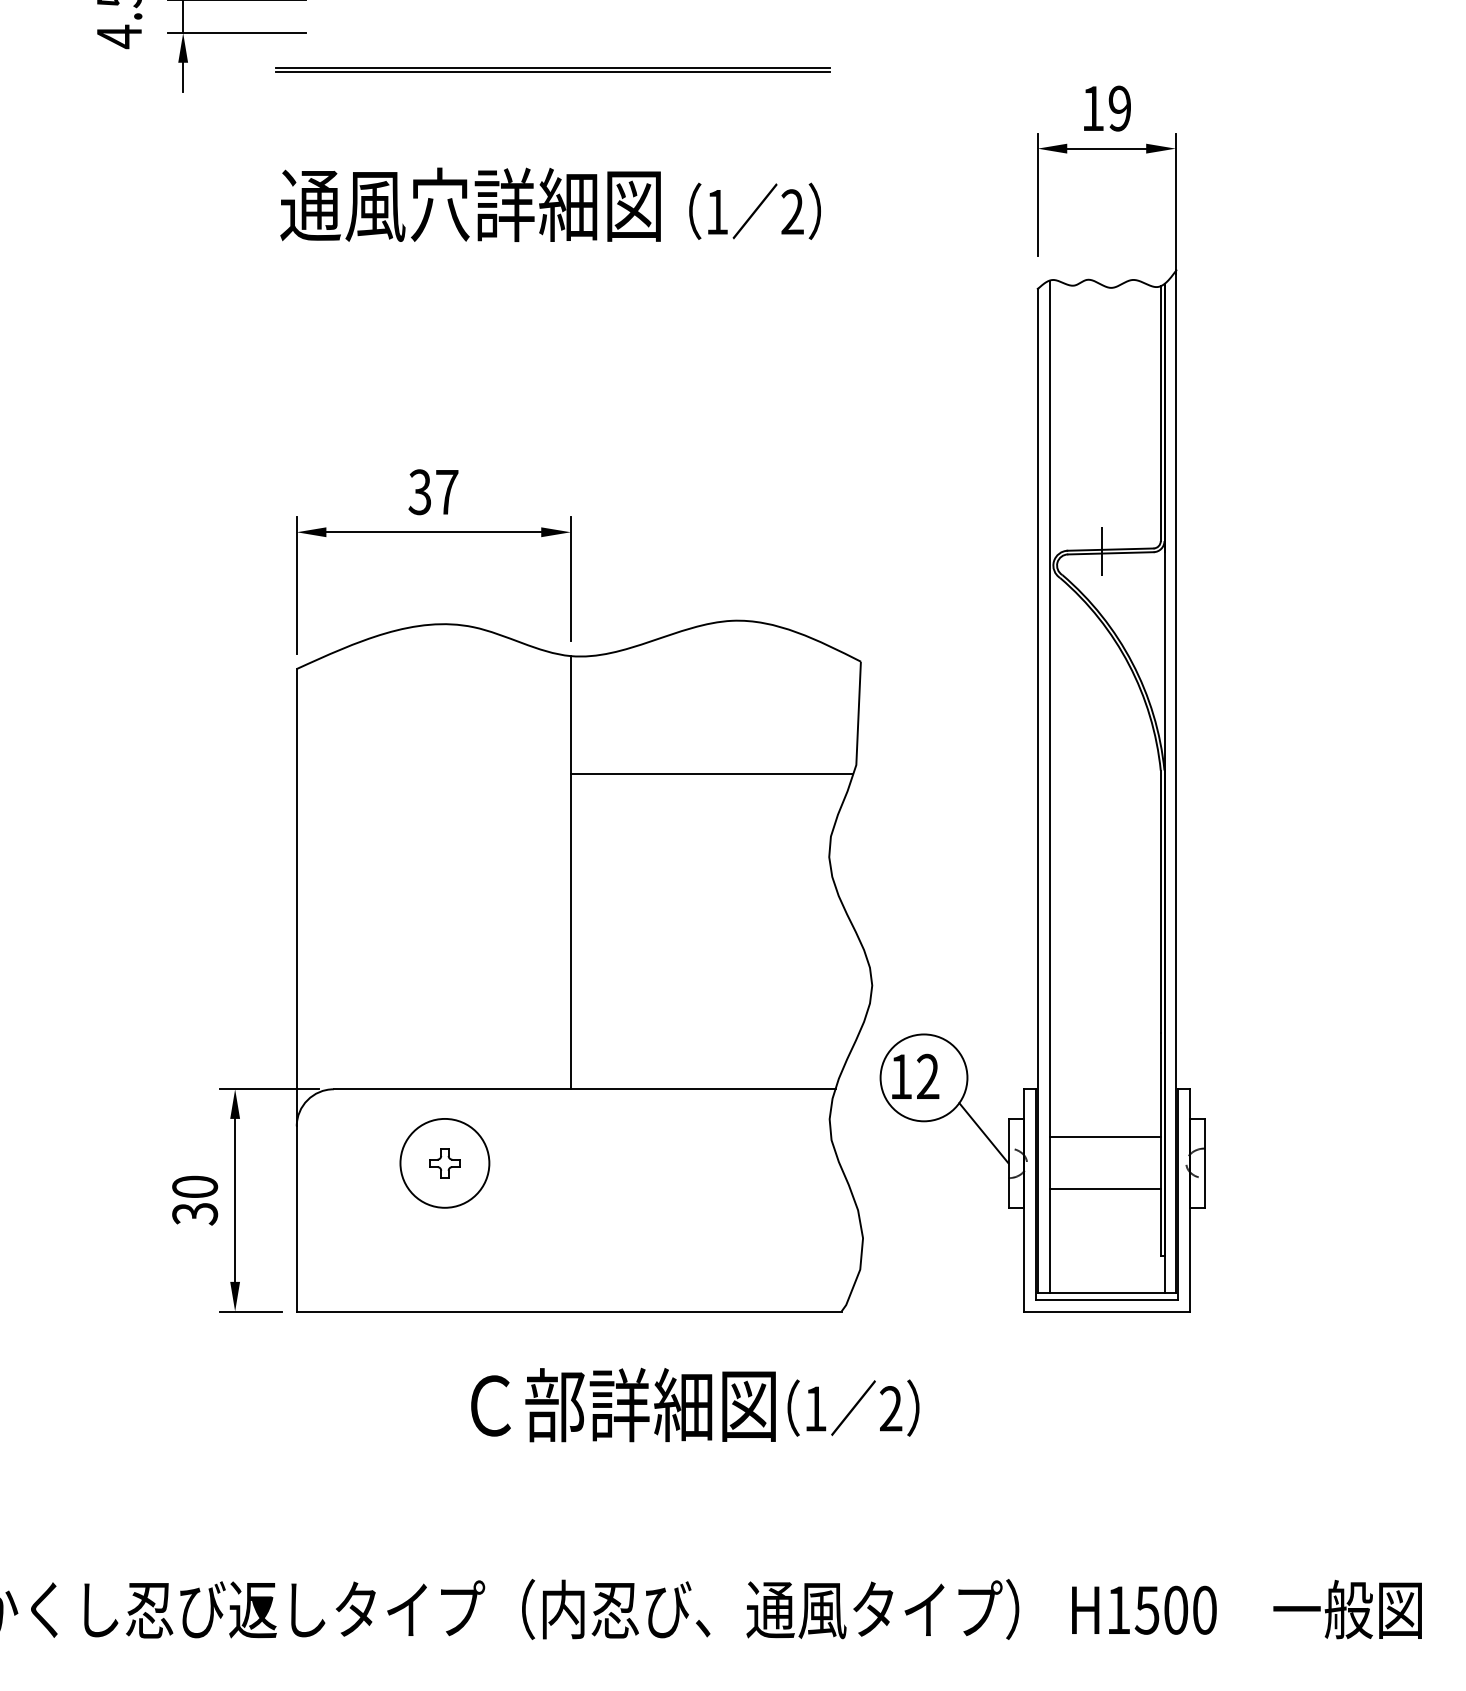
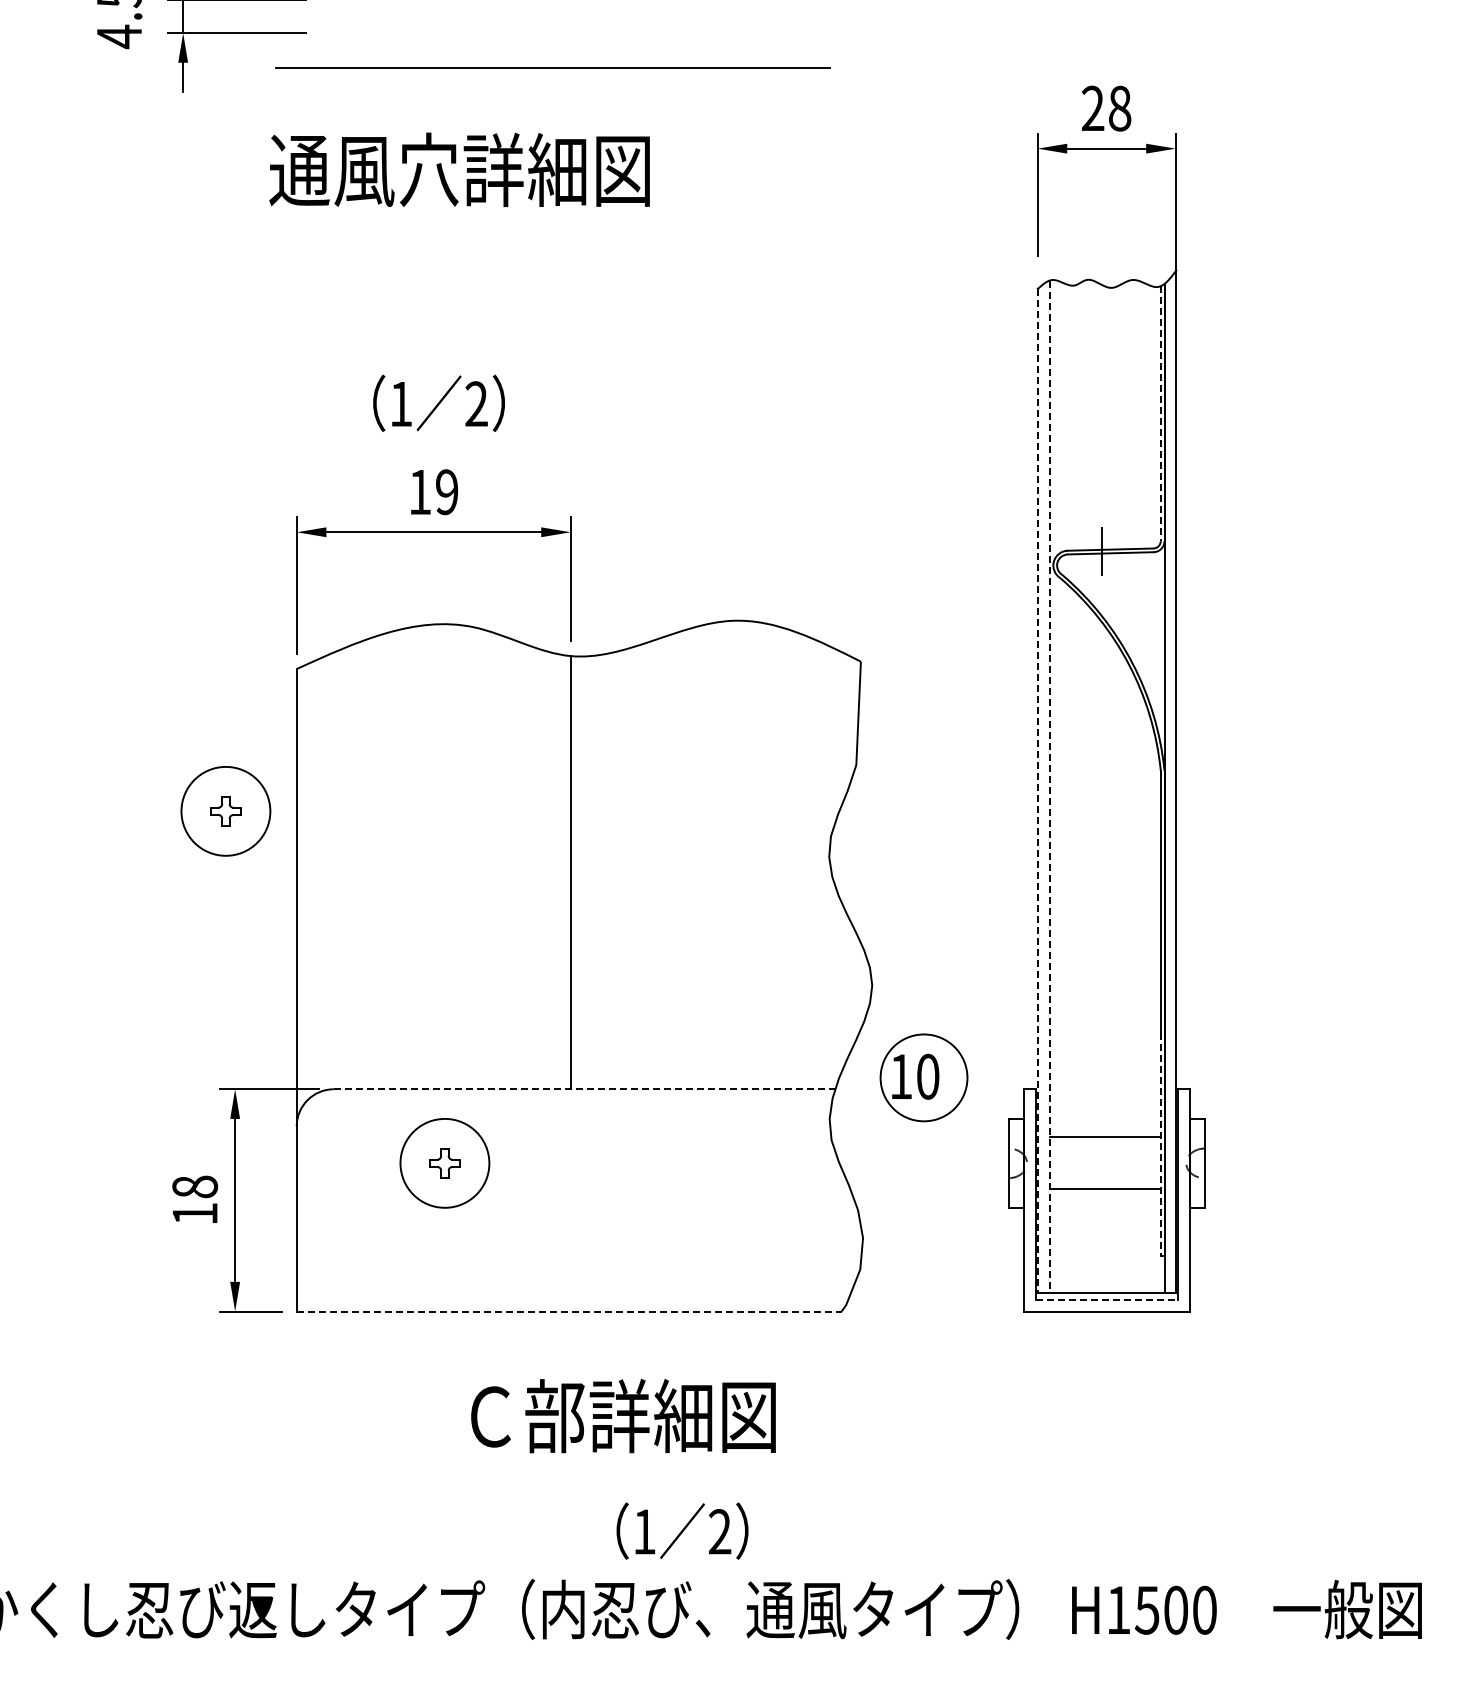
line at (552, 72): present -> none
text at (1106, 108): 19 -> 28
text at (470, 204) position: (470, 204) -> (459, 169)
text at (754, 210) position: (754, 210) -> (438, 402)
line at (1160, 414): solid -> dashed
text at (433, 492): 37 -> 19
line at (711, 774): present -> none
line at (1049, 787): solid -> dashed
line at (1037, 791): solid -> dashed
part at (225, 811): none -> present
text at (928, 1076): 12 -> 10
line at (584, 1089): solid -> dashed
line at (983, 1133): present -> none
line at (1160, 1145): solid -> dashed
text at (195, 1200): 30 -> 18
line at (1107, 1299): solid -> dashed
line at (569, 1311): solid -> dashed
text at (623, 1404) position: (623, 1404) -> (623, 1415)
text at (853, 1407) position: (853, 1407) -> (682, 1530)
